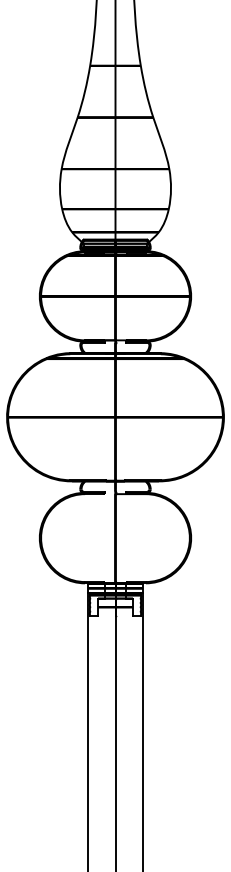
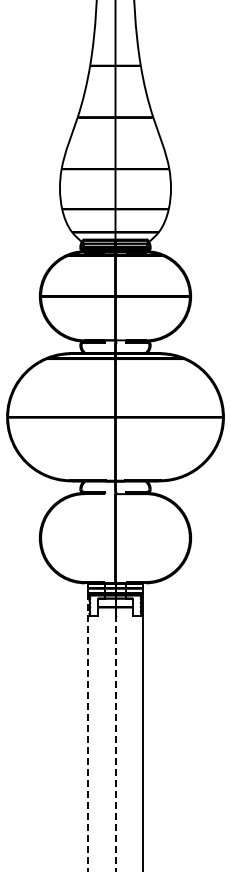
line at (88, 732): solid -> dashed
line at (115, 732): solid -> dashed
